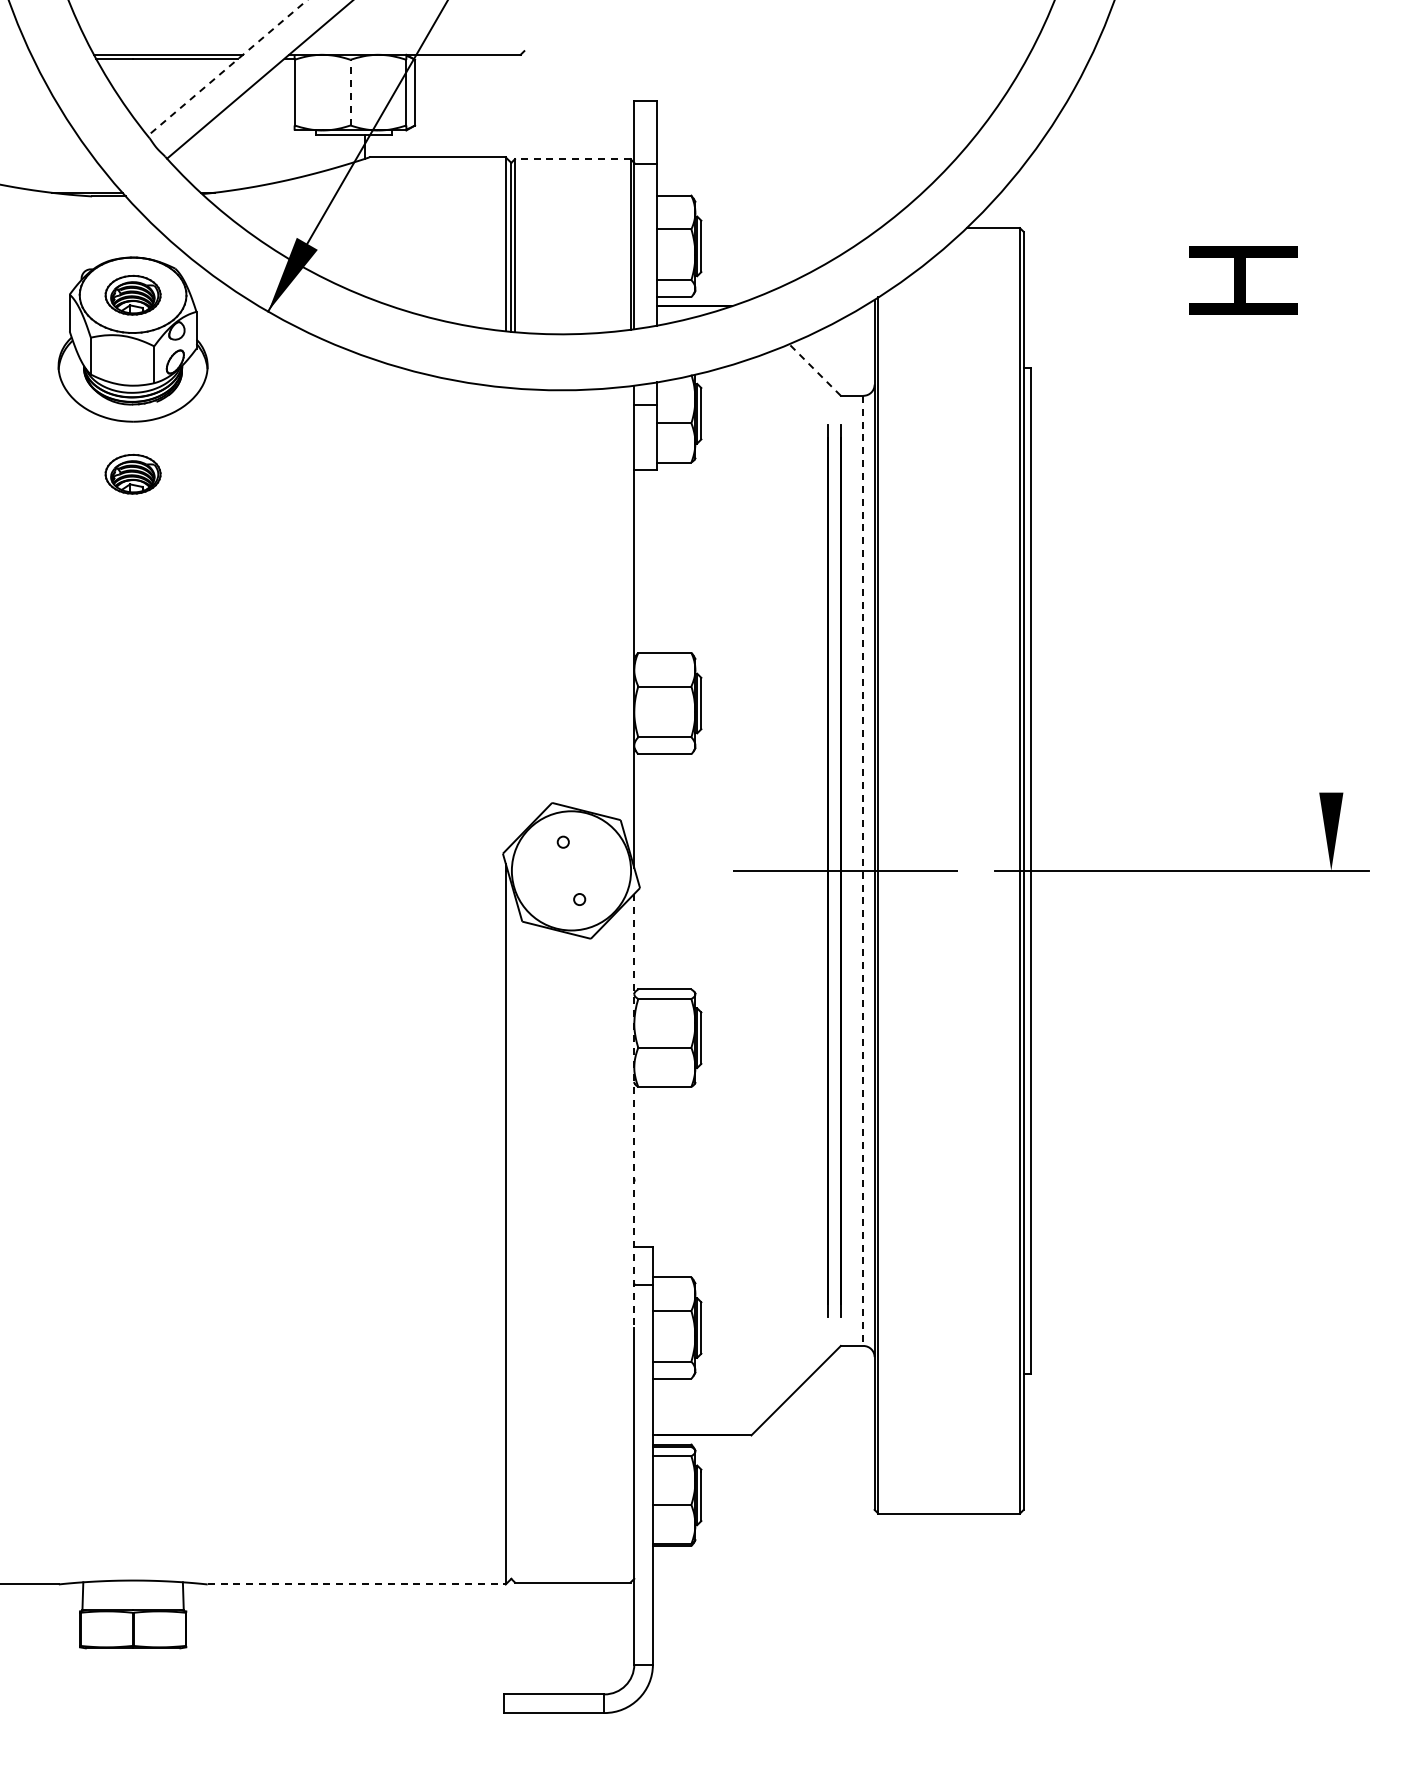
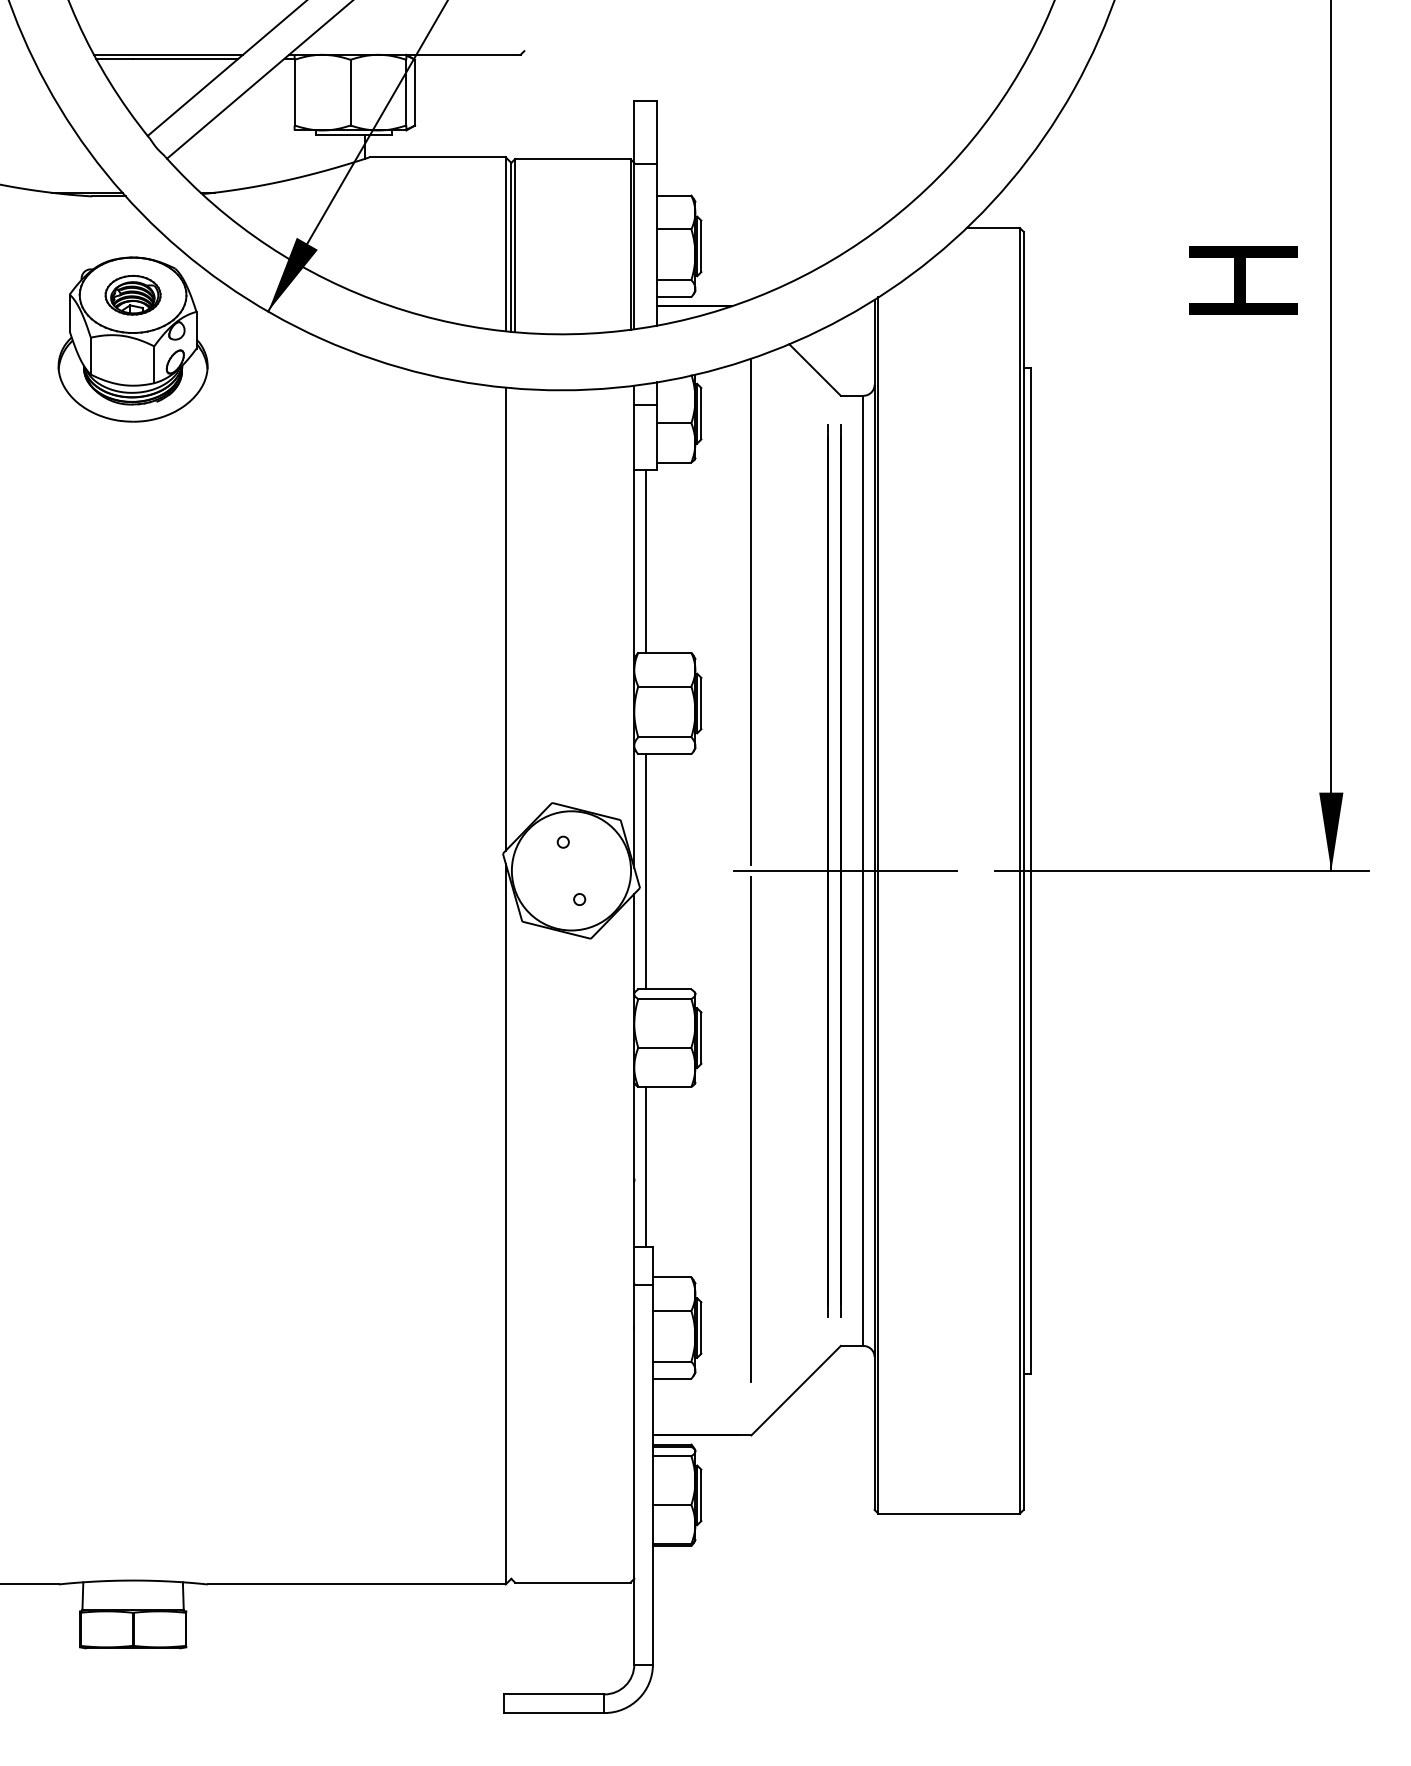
line at (227, 68): dashed -> solid
line at (350, 92): dashed -> solid
line at (572, 159): dashed -> solid
line at (814, 369): dashed -> solid
line at (1331, 436): none -> present
part at (132, 473): present -> none
line at (645, 560): none -> present
line at (751, 612): none -> present
line at (505, 618): none -> present
line at (645, 871): none -> present
line at (863, 871): dashed -> solid
line at (634, 1111): dashed -> solid
line at (751, 1129): none -> present
line at (645, 1166): none -> present
line at (357, 1584): dashed -> solid
